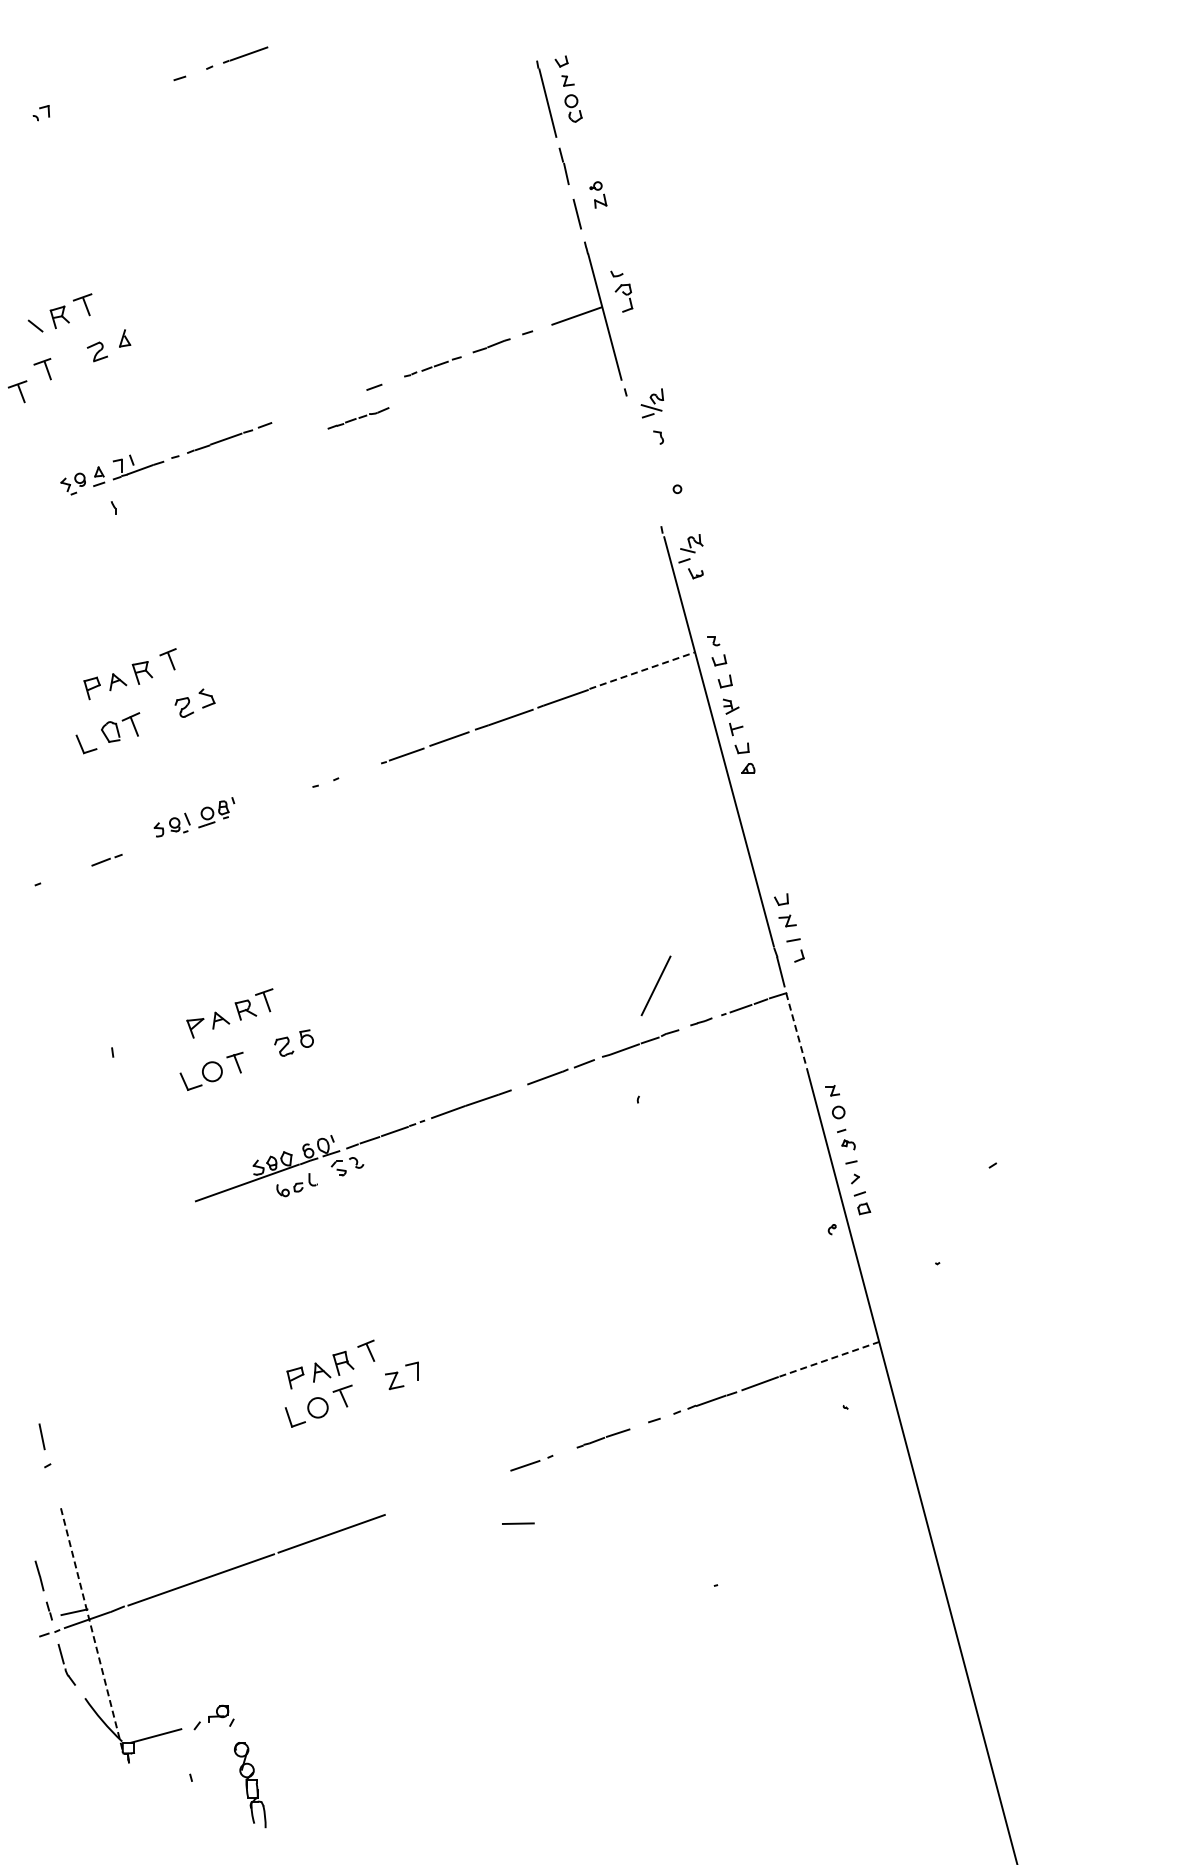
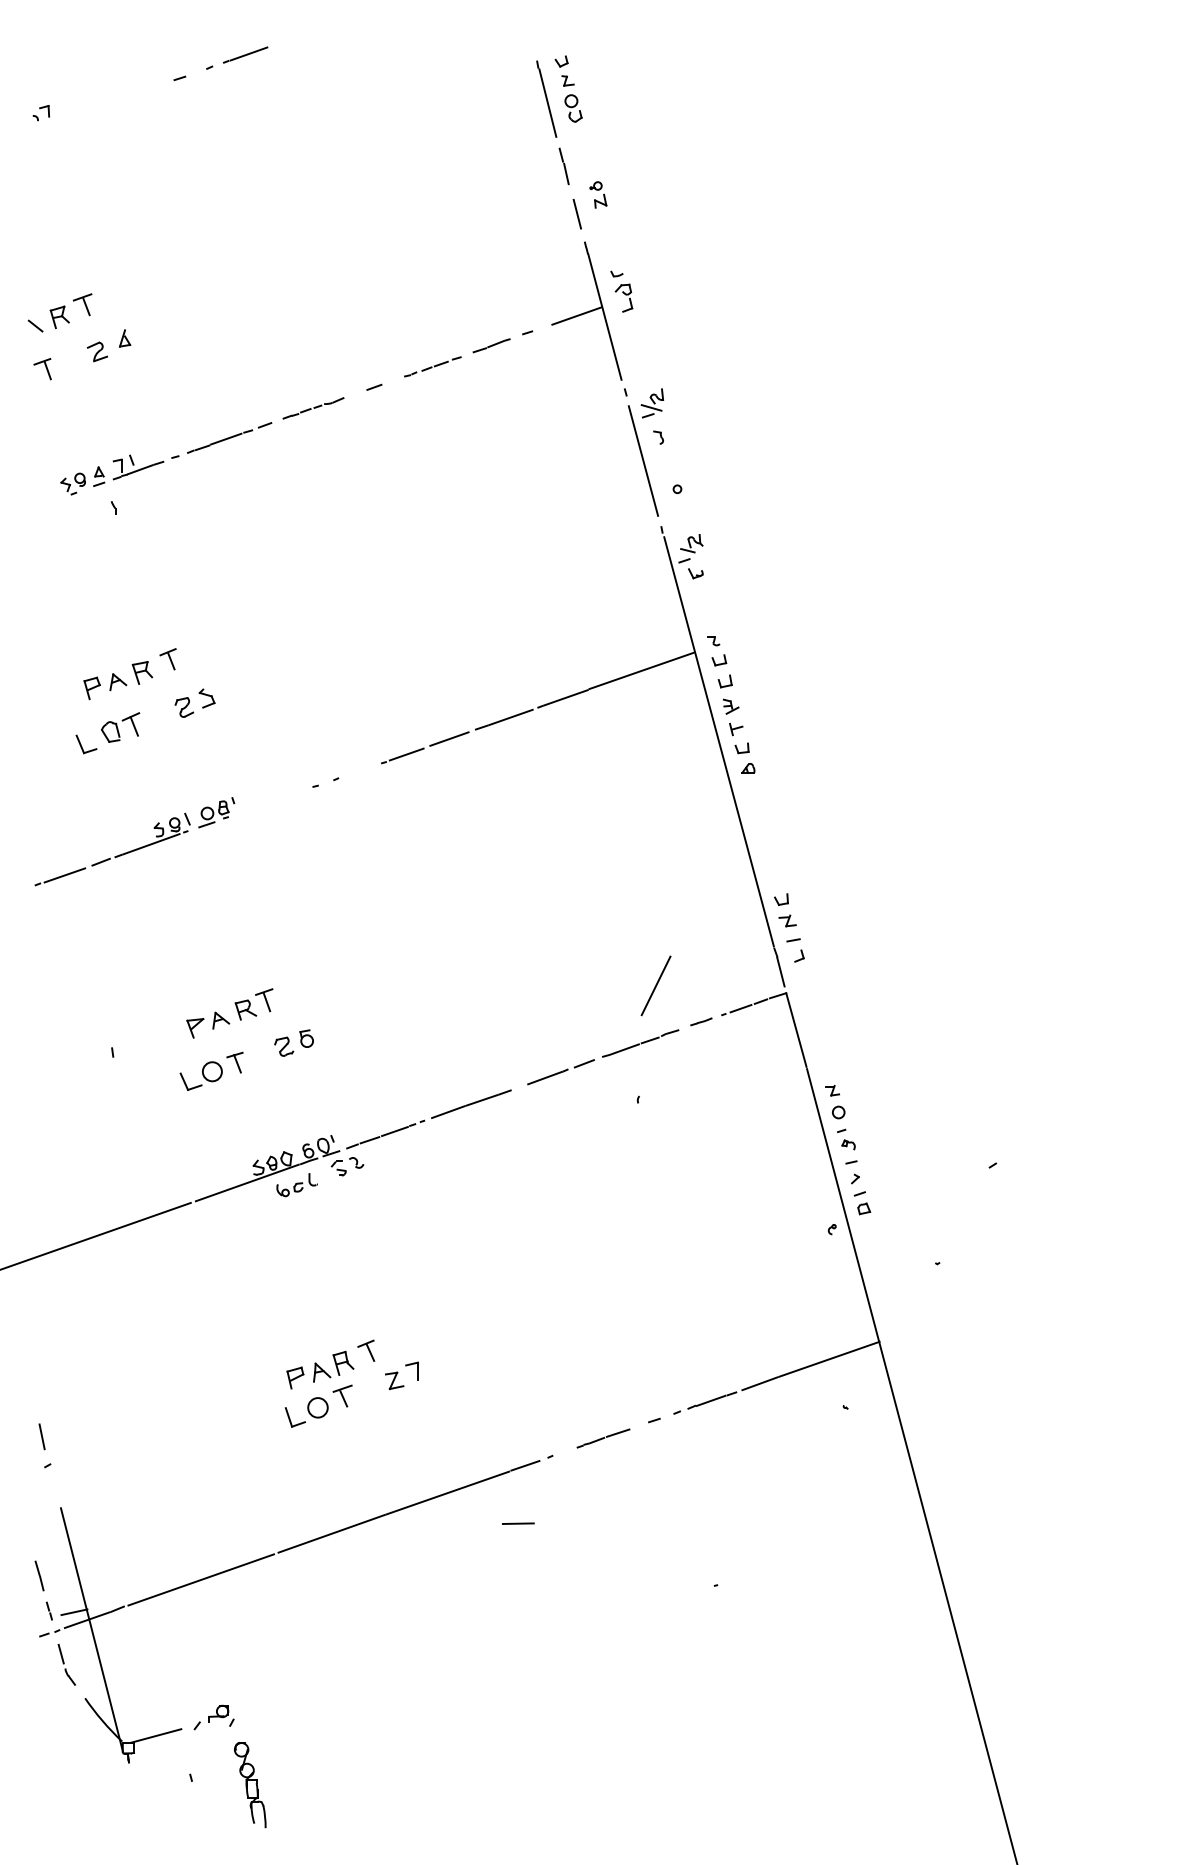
part at (17, 391): present -> none
part at (358, 418) position: (358, 418) -> (313, 408)
line at (643, 460): none -> present
line at (642, 670): dashed -> solid
line at (151, 844): none -> present
line at (64, 875): none -> present
line at (796, 1030): dashed -> solid
line at (96, 1235): none -> present
line at (829, 1359): dashed -> solid
line at (447, 1492): none -> present
line at (92, 1630): dashed -> solid
